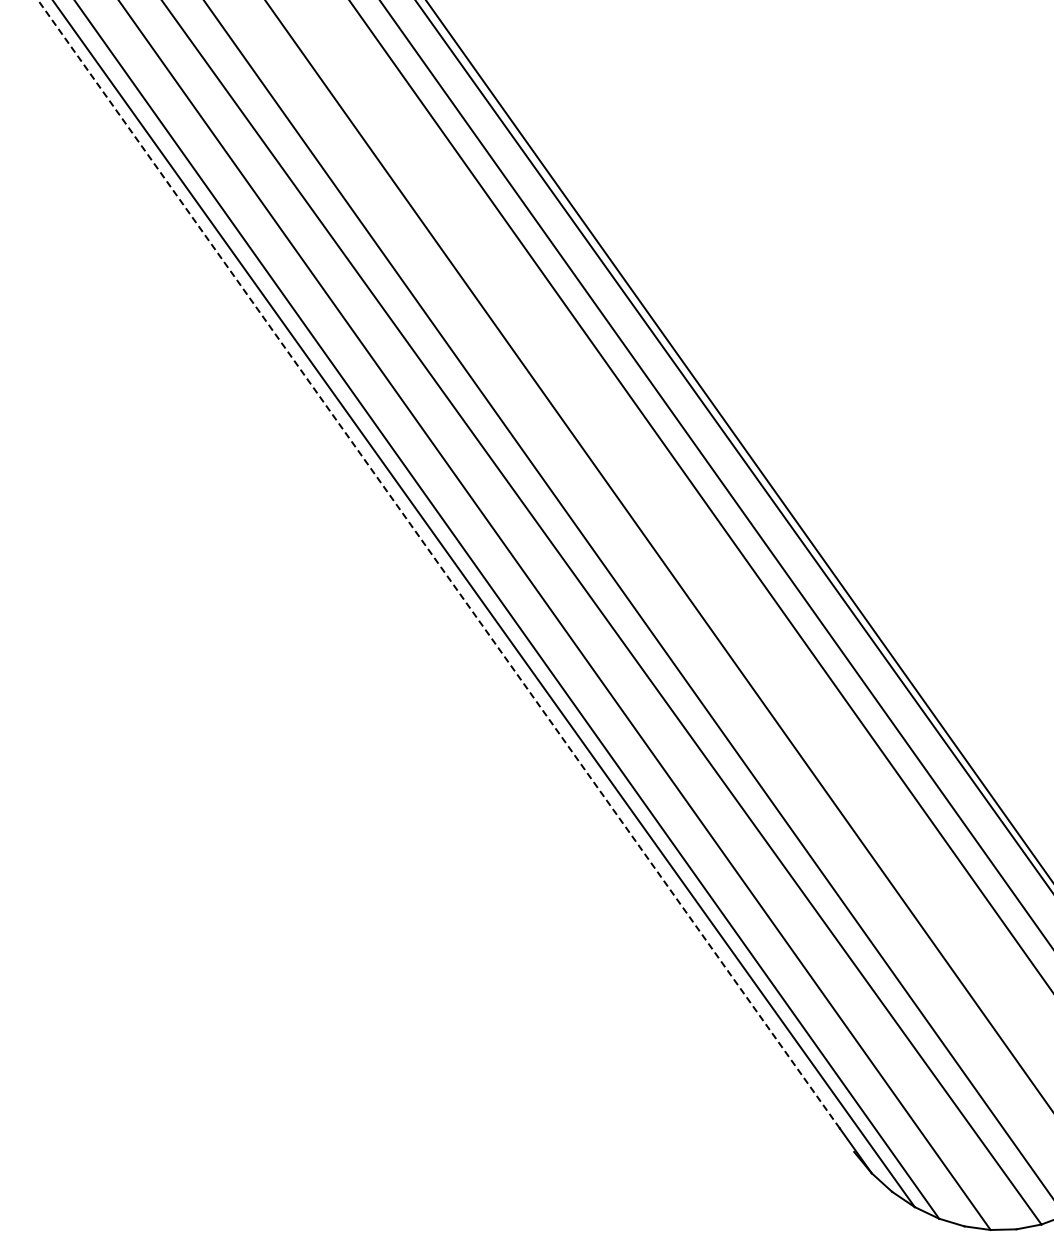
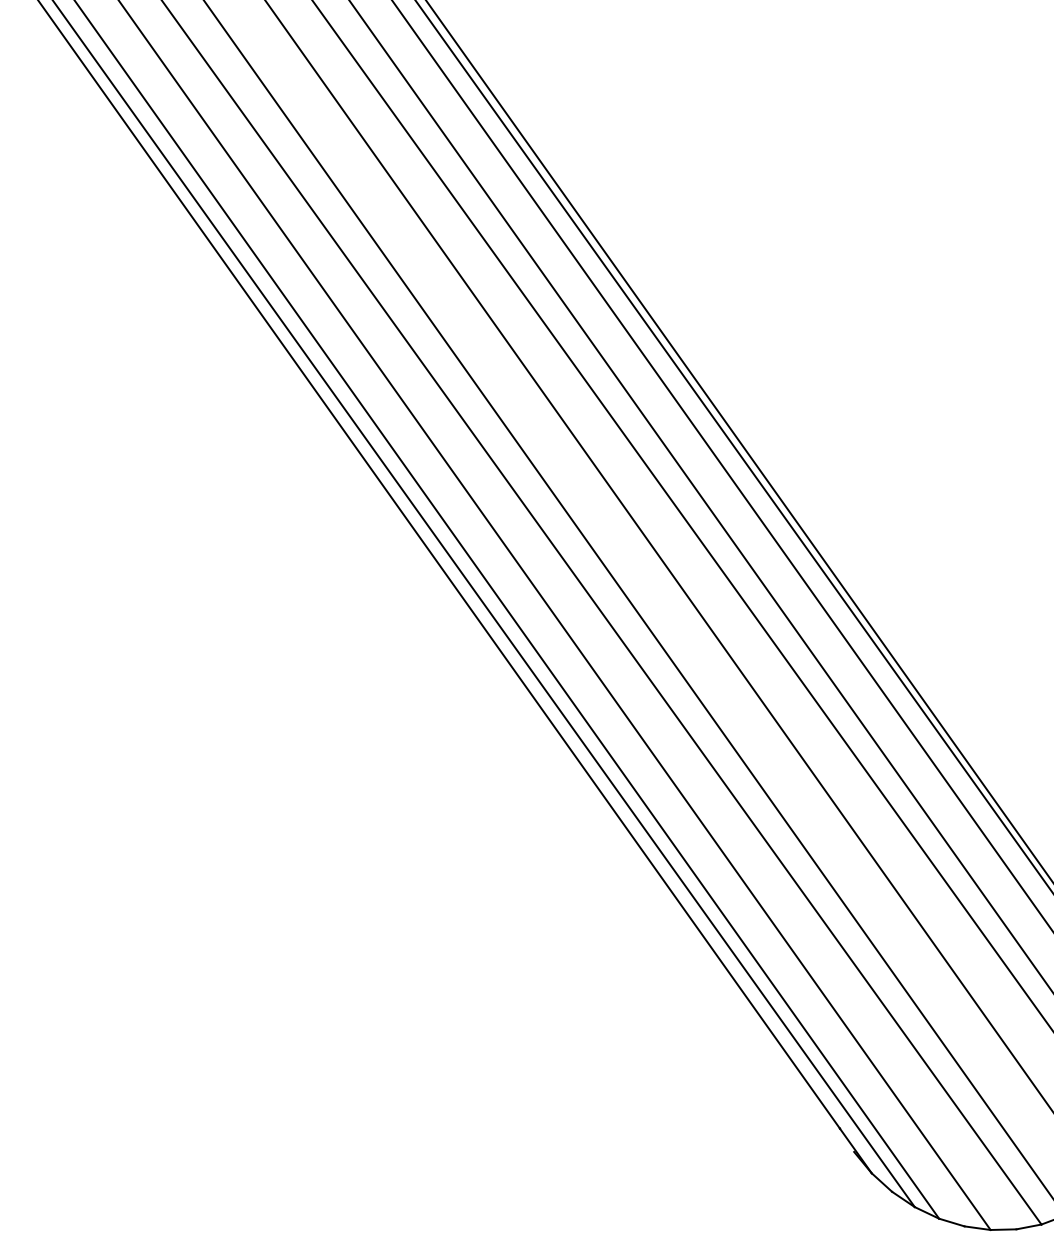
line at (715, 473) position: (715, 473) -> (721, 465)
line at (681, 515): none -> present
line at (439, 564): dashed -> solid
